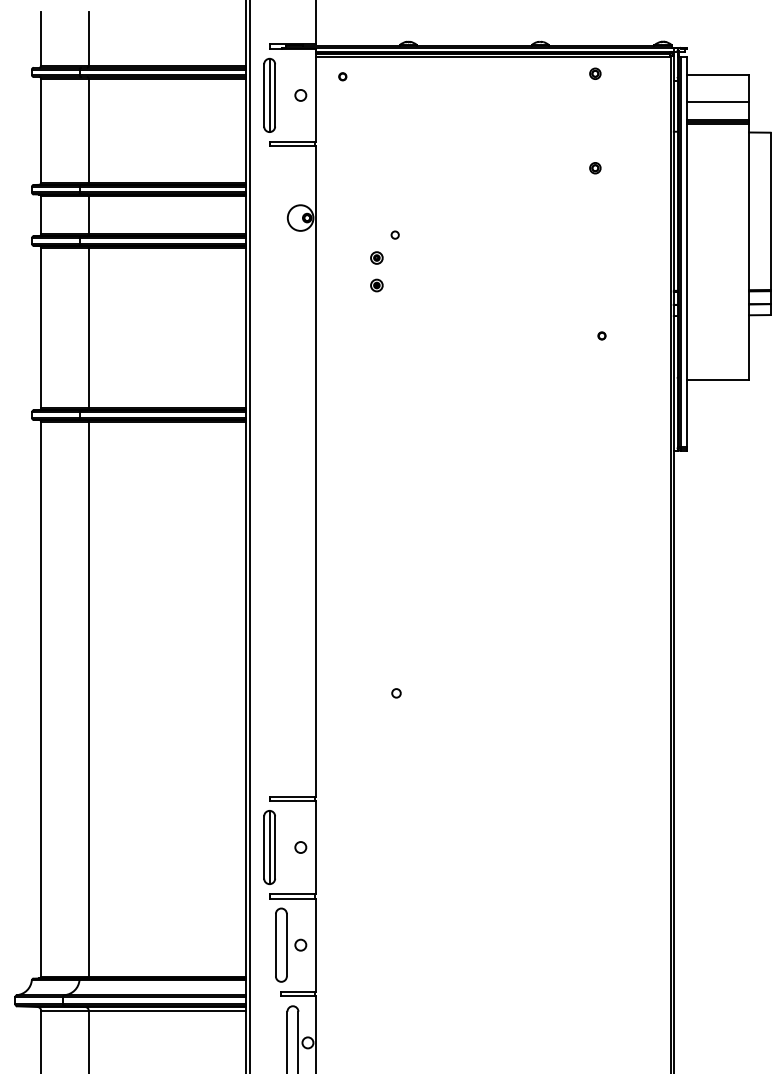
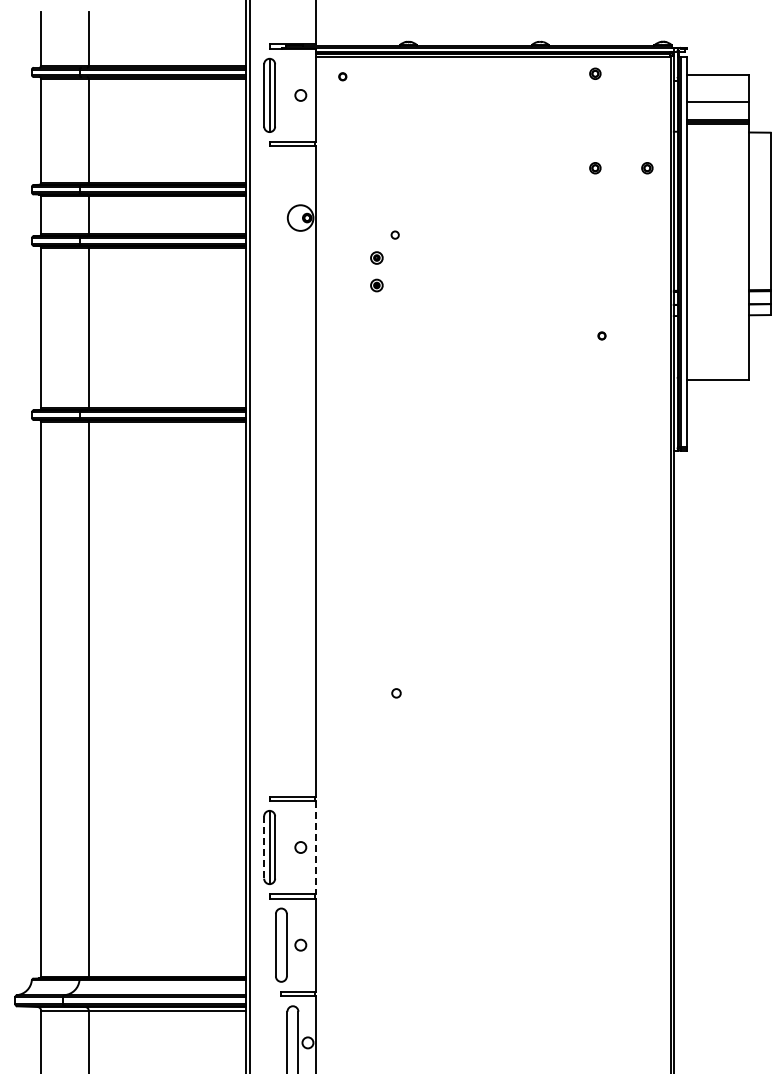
part at (647, 168): none -> present
line at (316, 847): solid -> dashed
line at (264, 848): solid -> dashed
